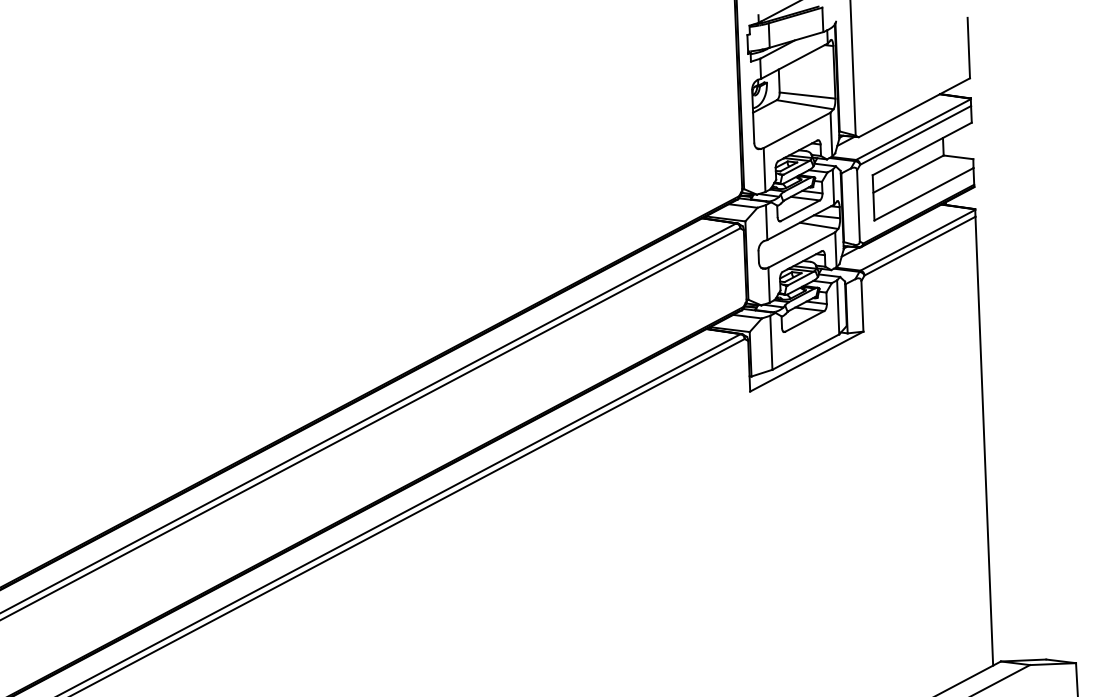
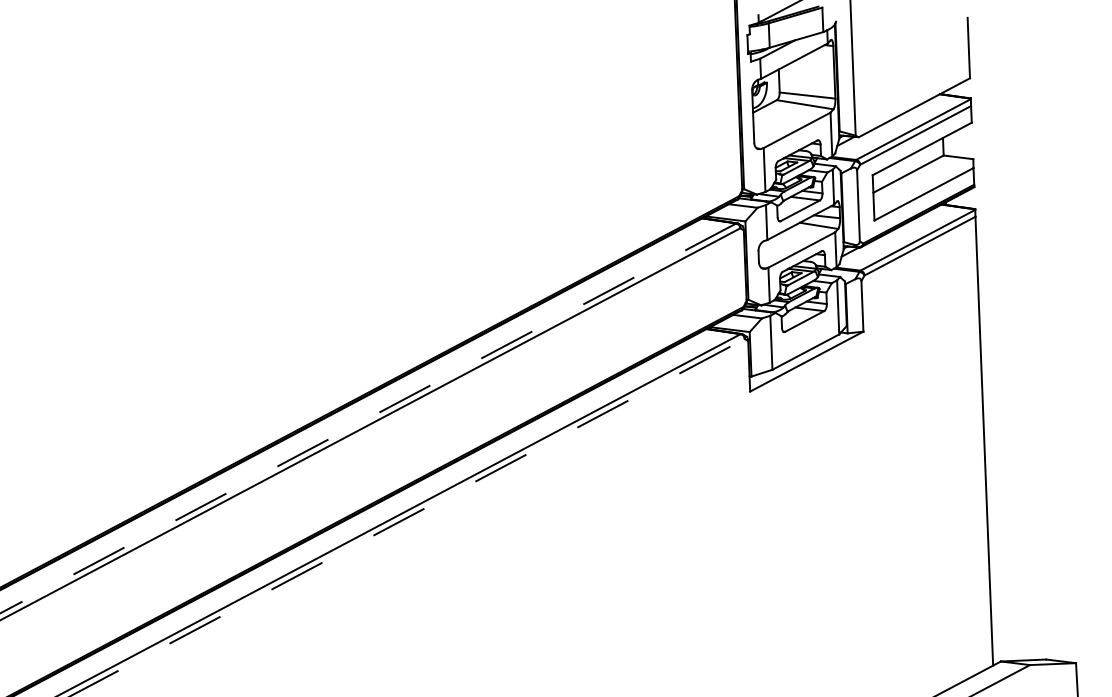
line at (367, 418): solid -> dashed
line at (407, 517): solid -> dashed
